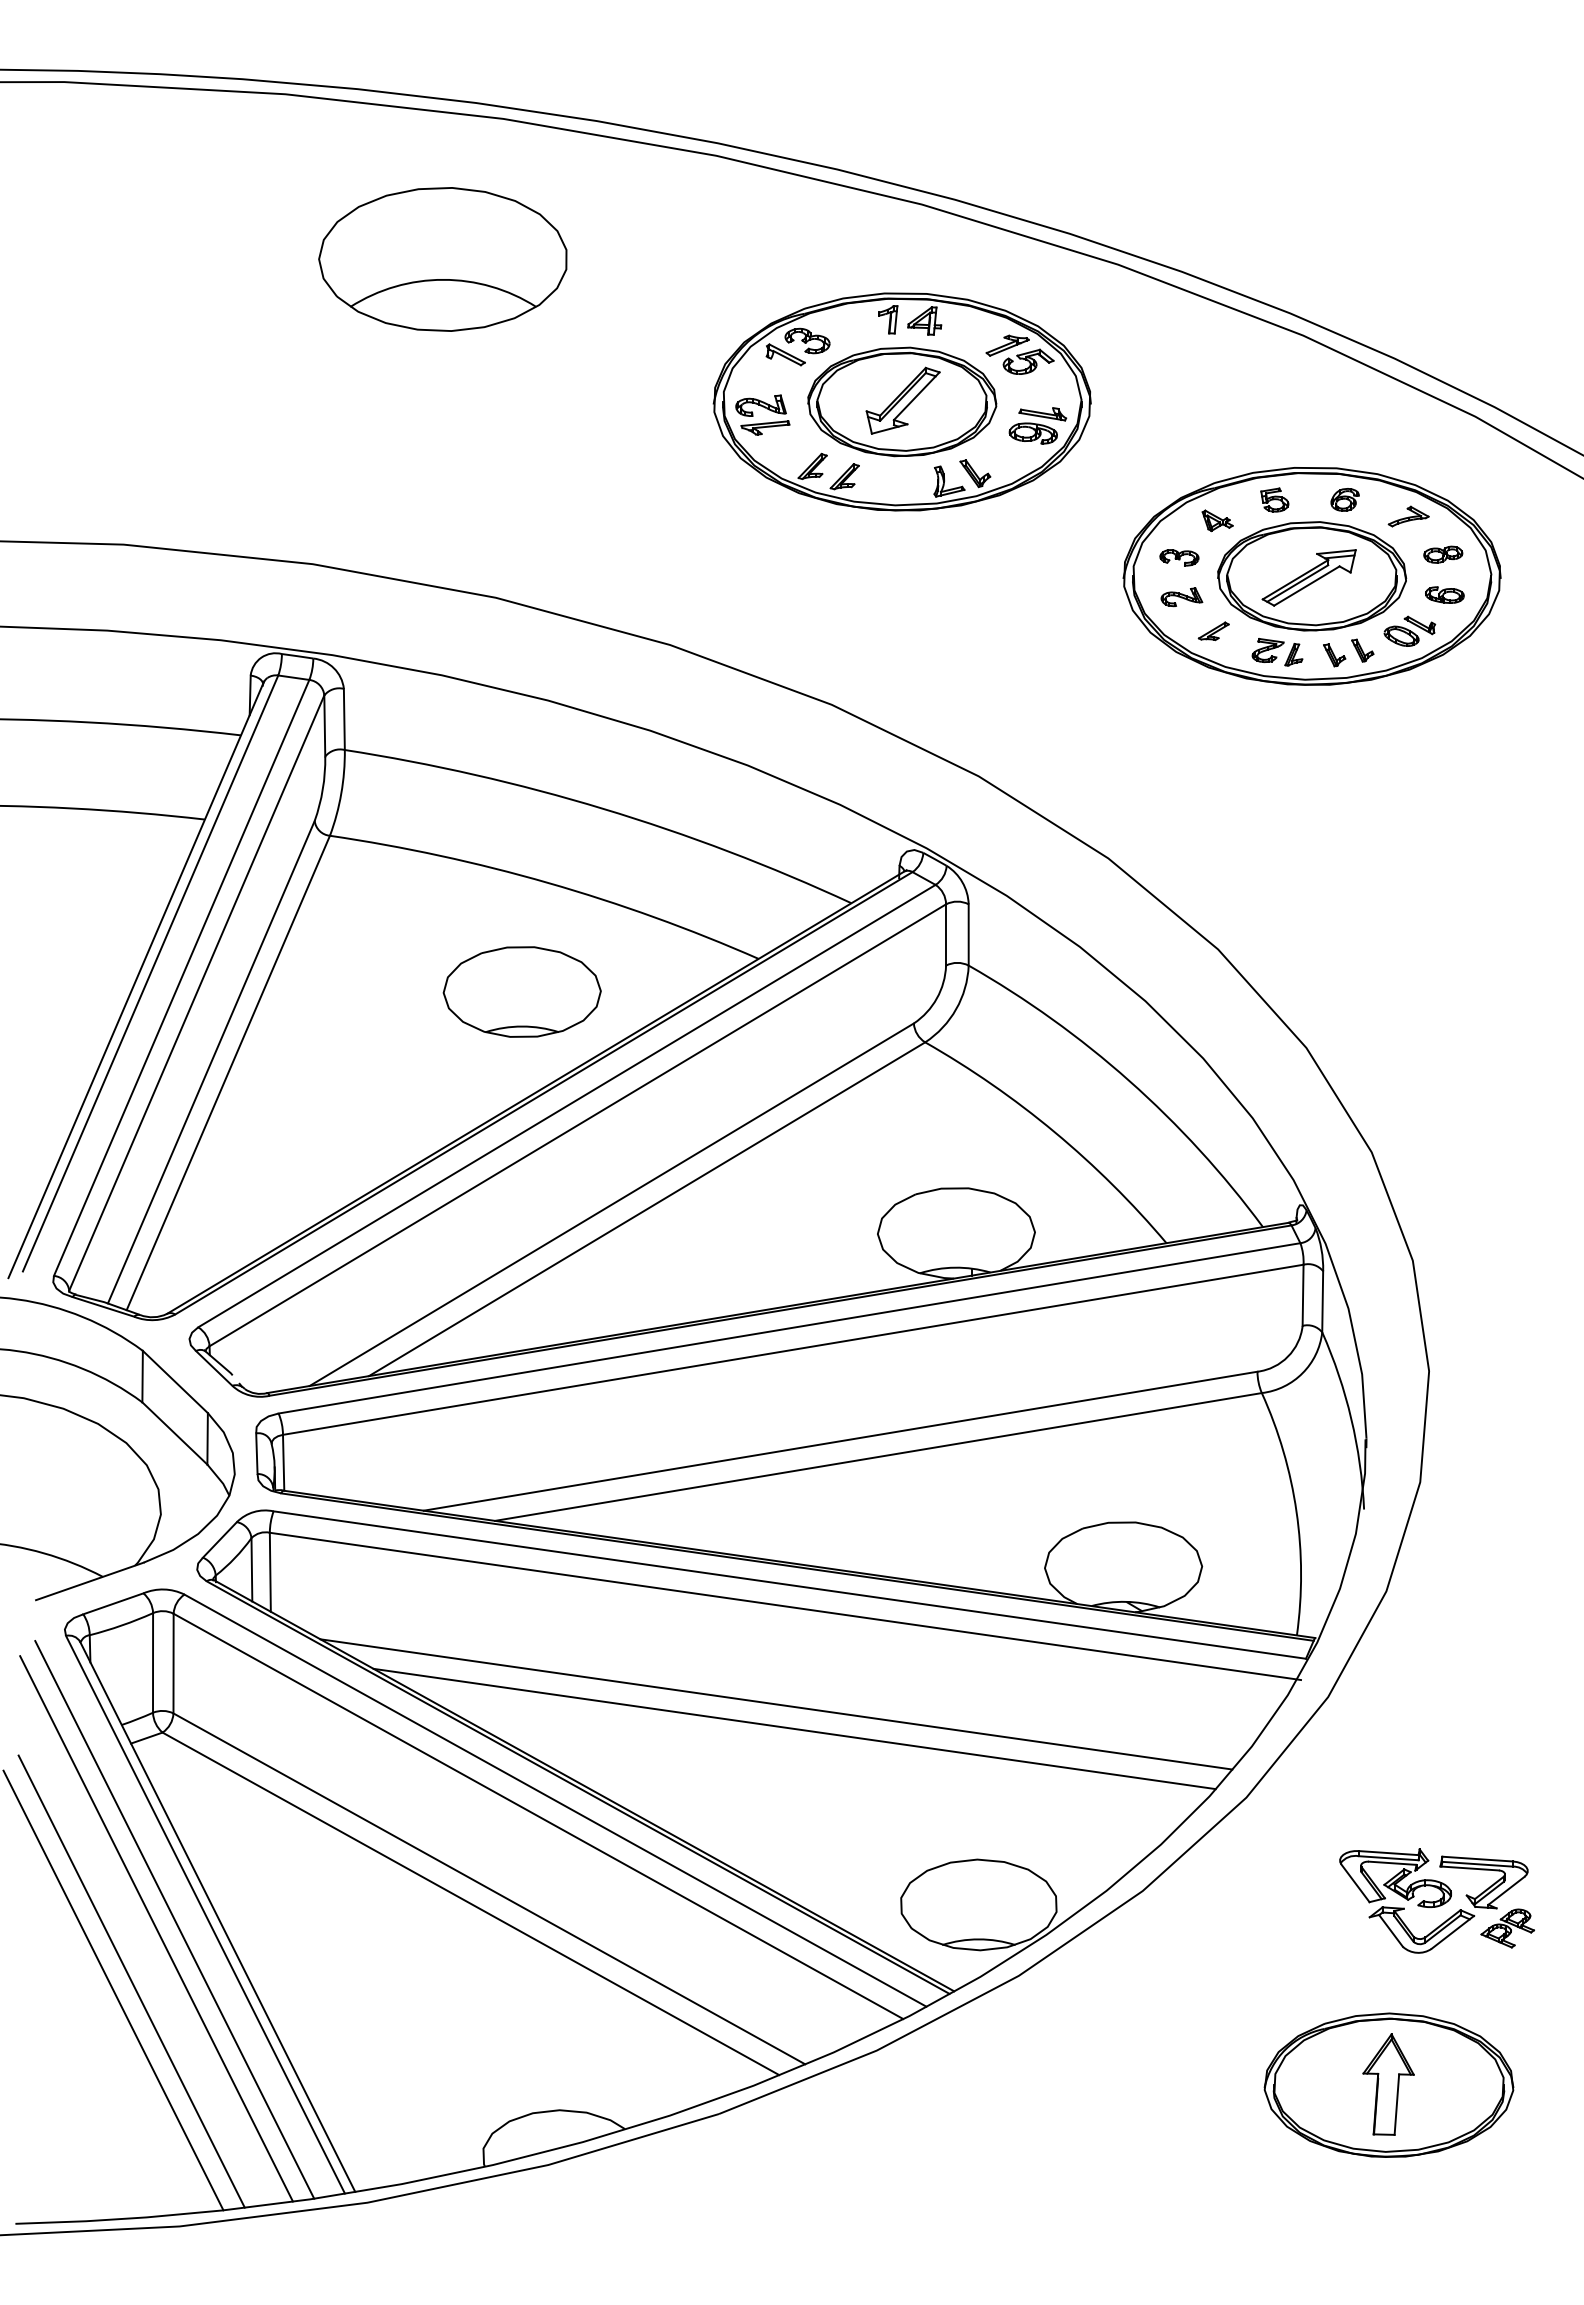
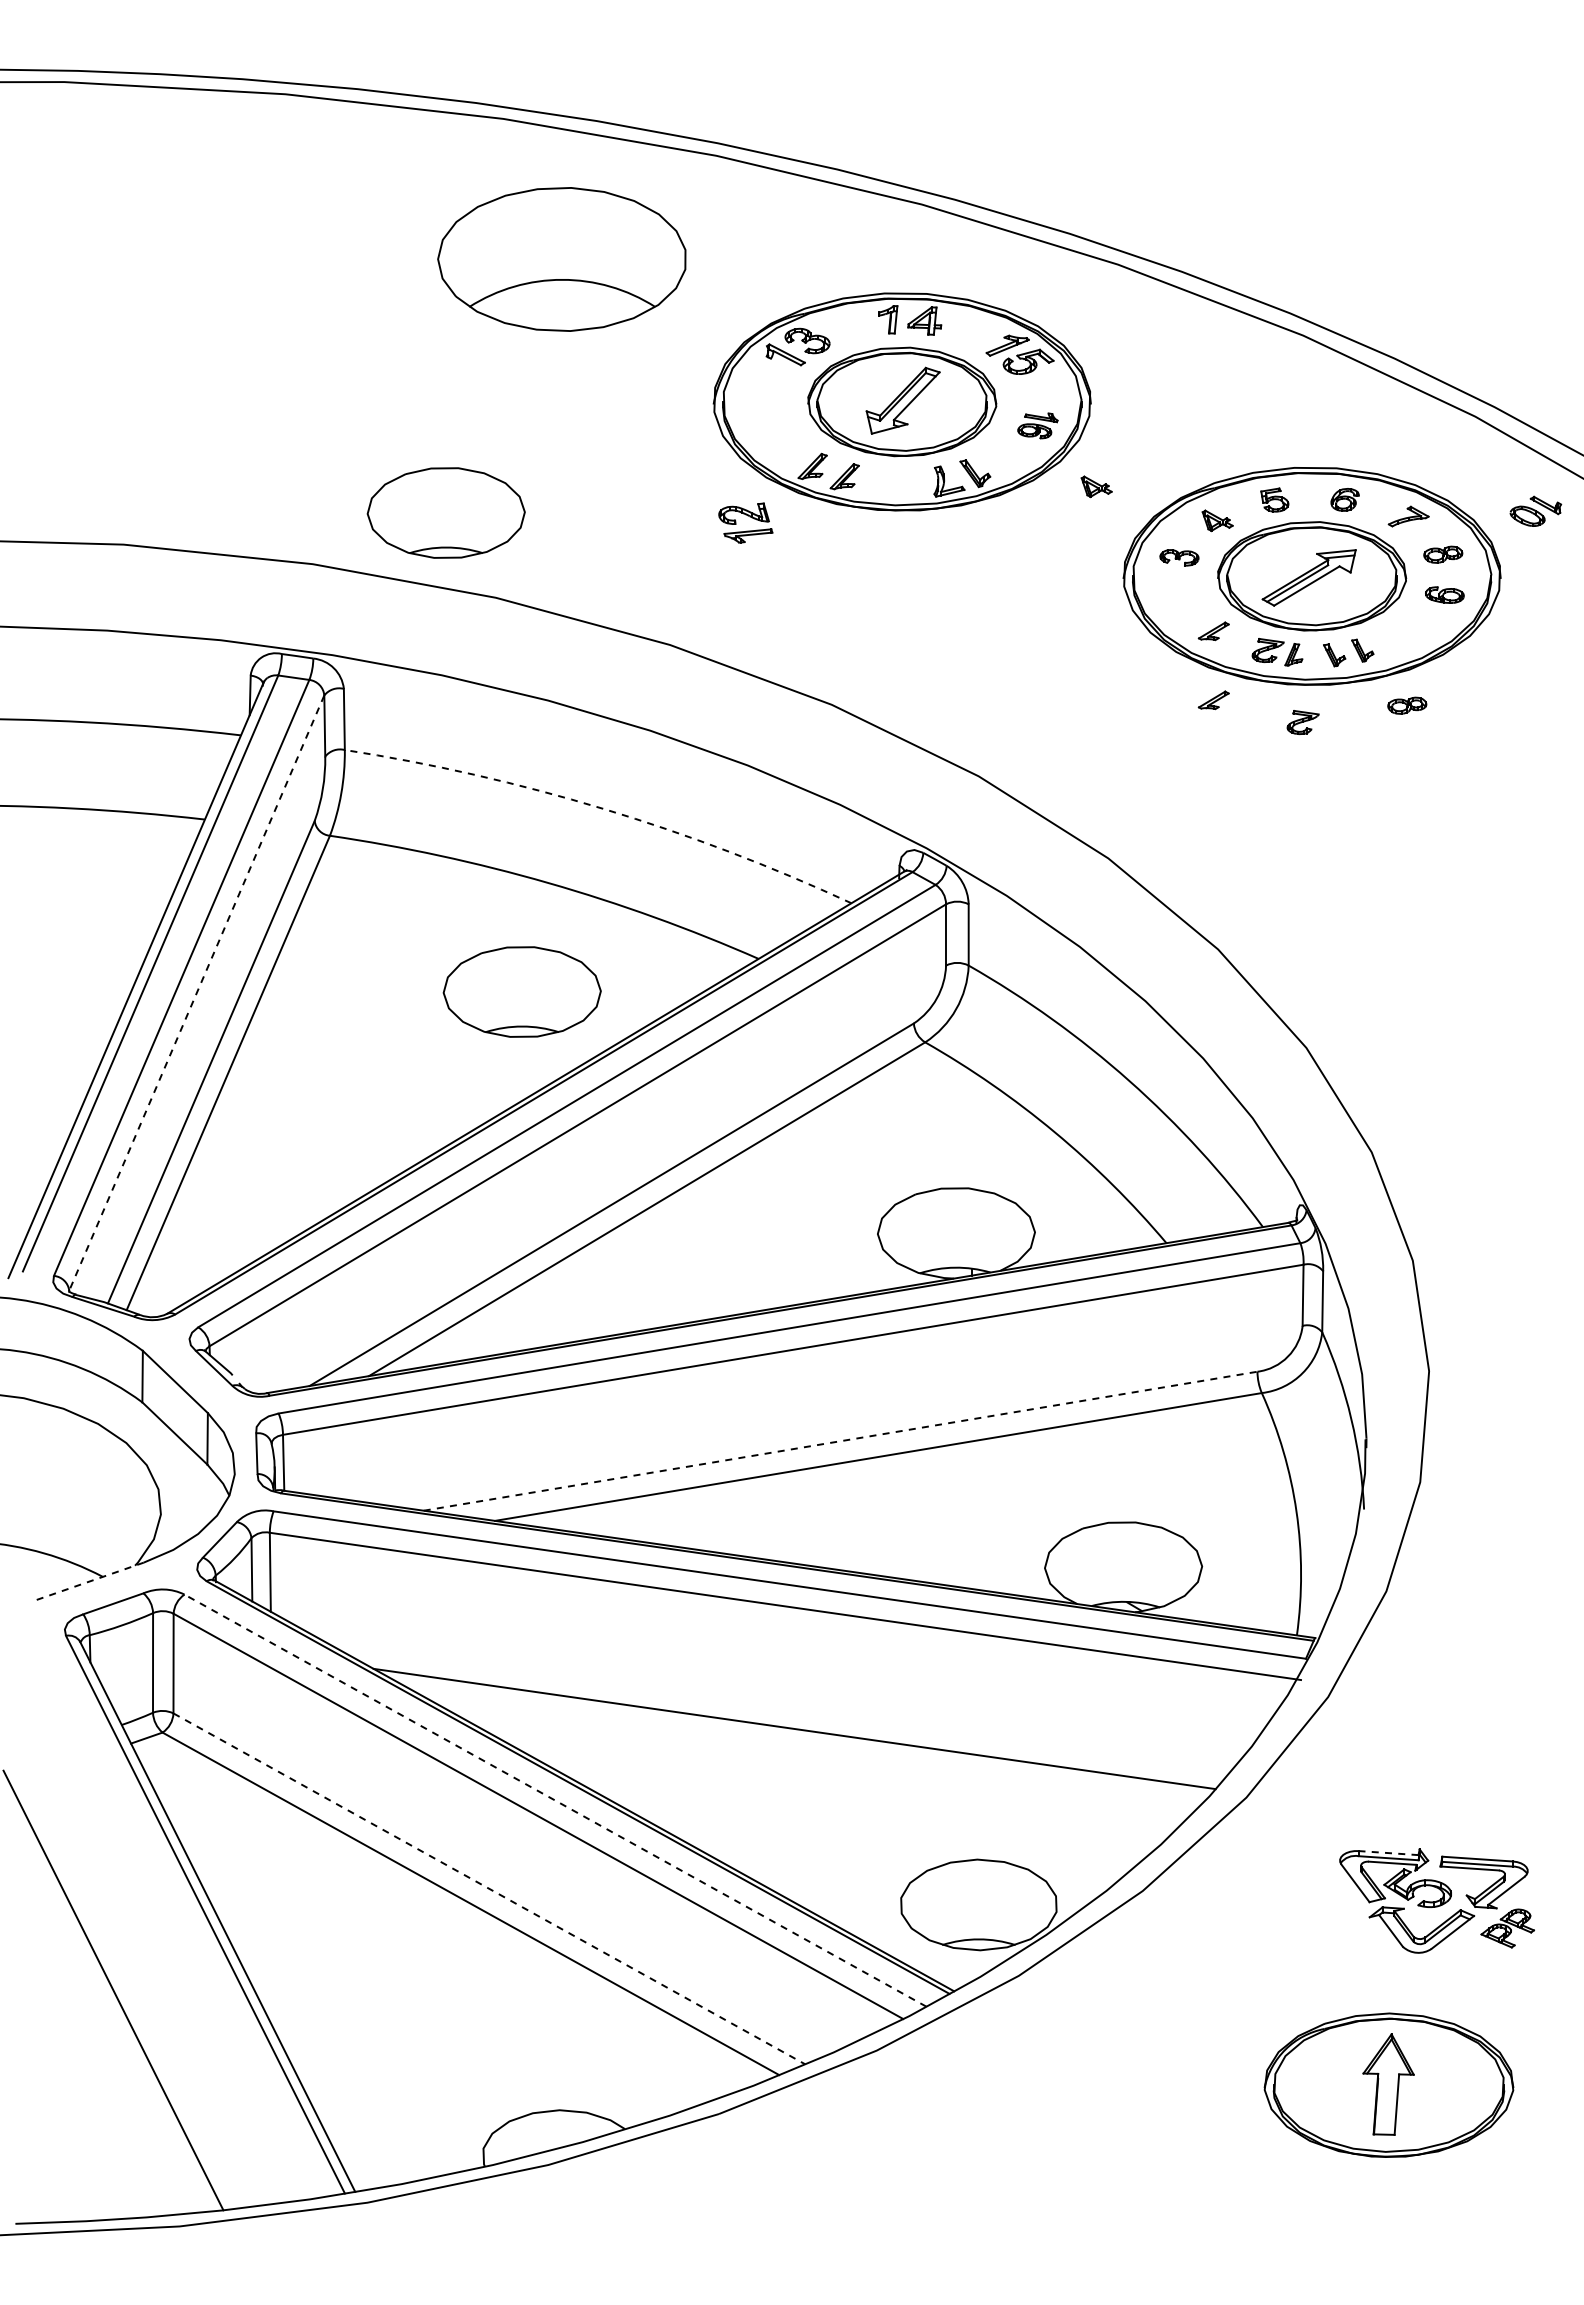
part at (442, 259) position: (442, 259) -> (561, 259)
part at (765, 408) position: (765, 408) -> (748, 516)
part at (1037, 425) size: 60x38 px -> 42x28 px
part at (1096, 486): none -> present
part at (445, 512): none -> present
part at (1181, 597): present -> none
part at (1409, 630) position: (1409, 630) -> (1535, 510)
part at (1213, 700): none -> present
part at (1407, 705): none -> present
part at (1302, 722): none -> present
arc at (603, 808): solid -> dashed
line at (196, 993): solid -> dashed
line at (840, 1441): solid -> dashed
line at (89, 1581): solid -> dashed
line at (776, 1704): present -> none
line at (555, 1800): solid -> dashed
line at (1388, 1853): solid -> dashed
line at (489, 1889): solid -> dashed
line at (174, 1919): present -> none
line at (156, 1928): present -> none
line at (131, 1981): present -> none
